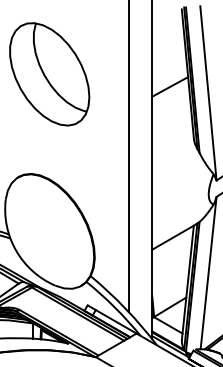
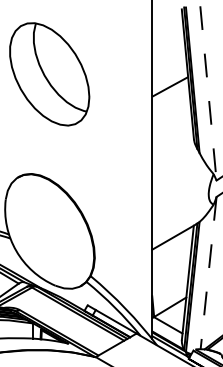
line at (208, 93): solid -> dashed
line at (128, 156): present -> none
line at (208, 273): solid -> dashed
